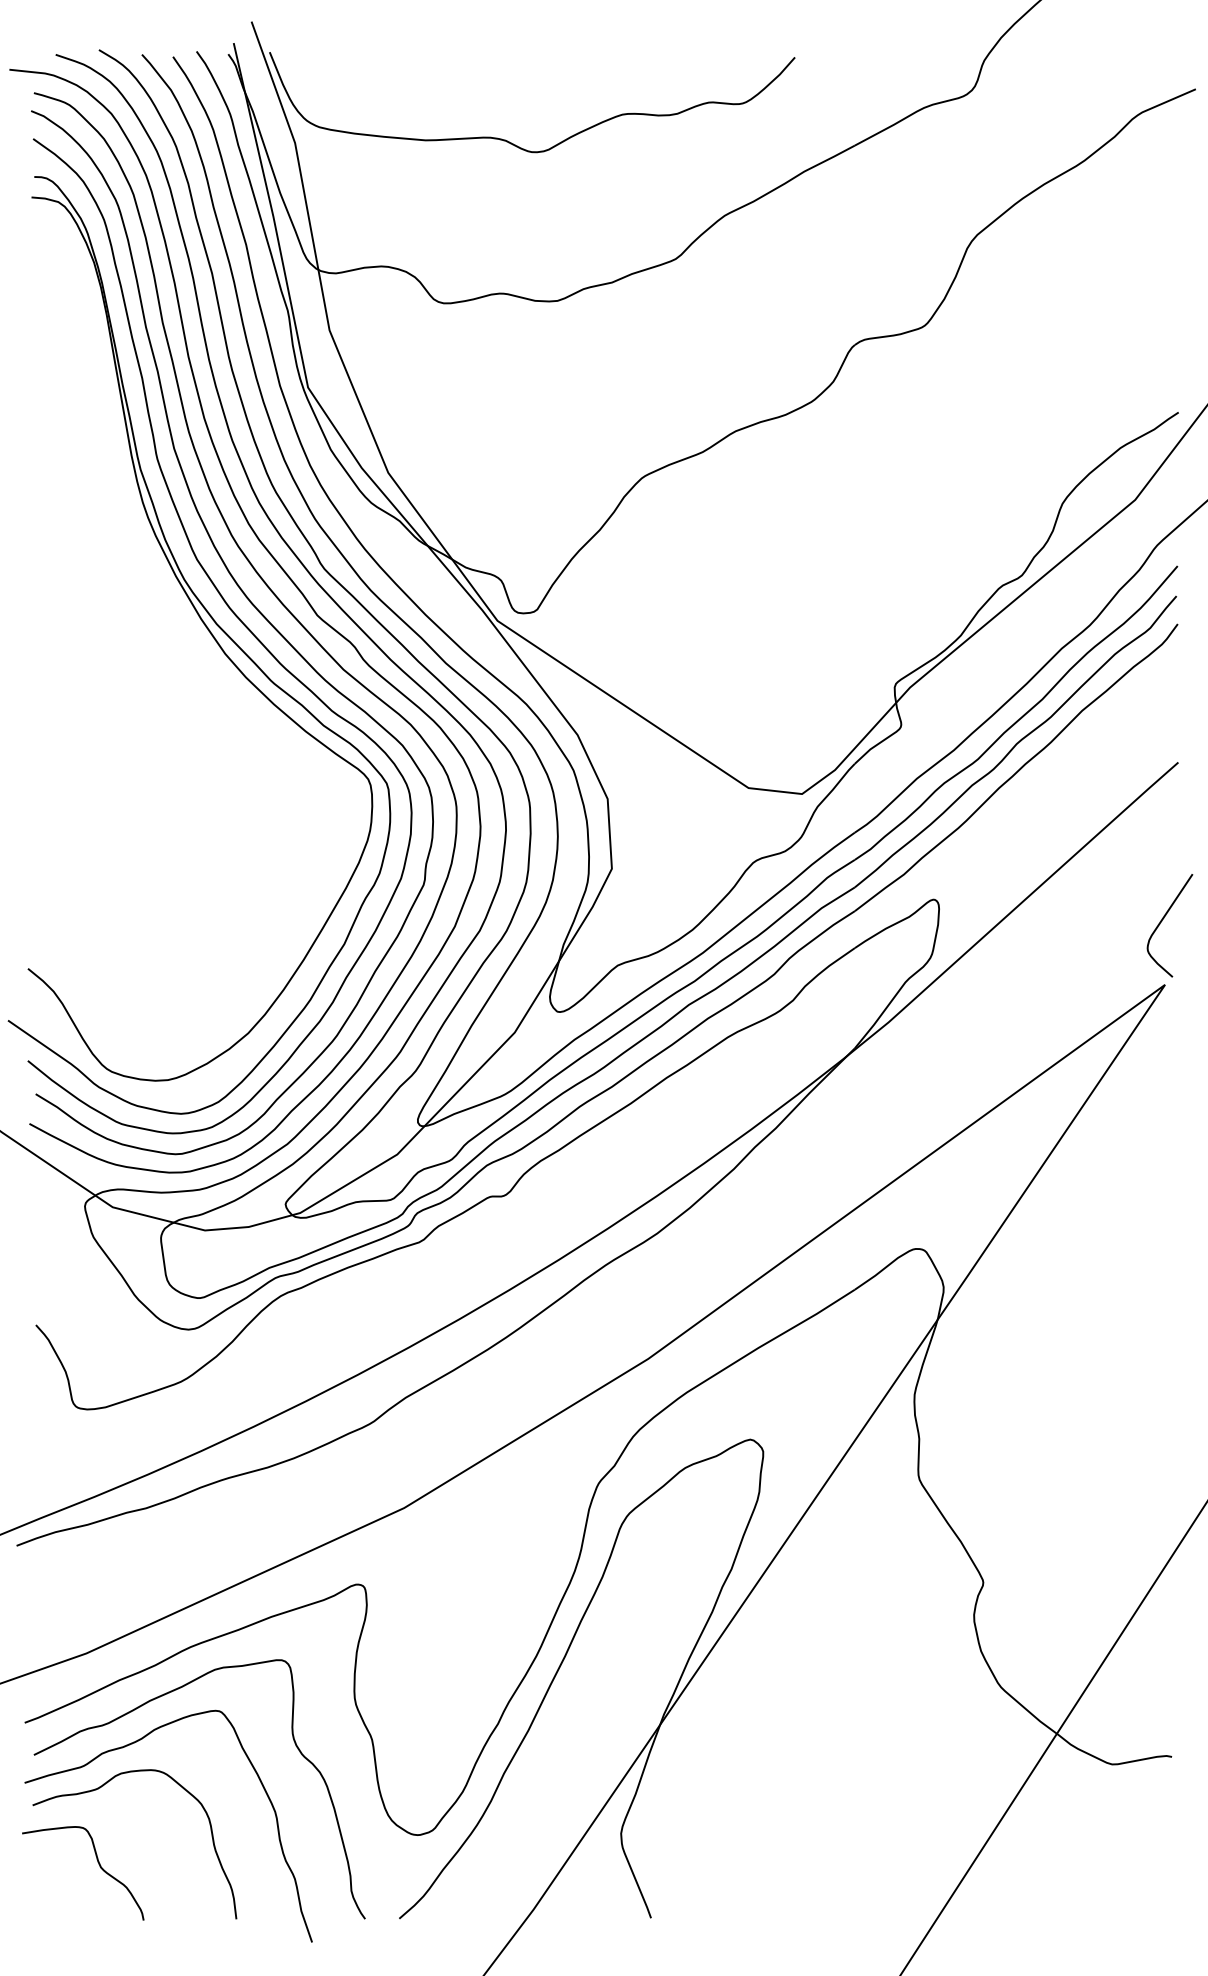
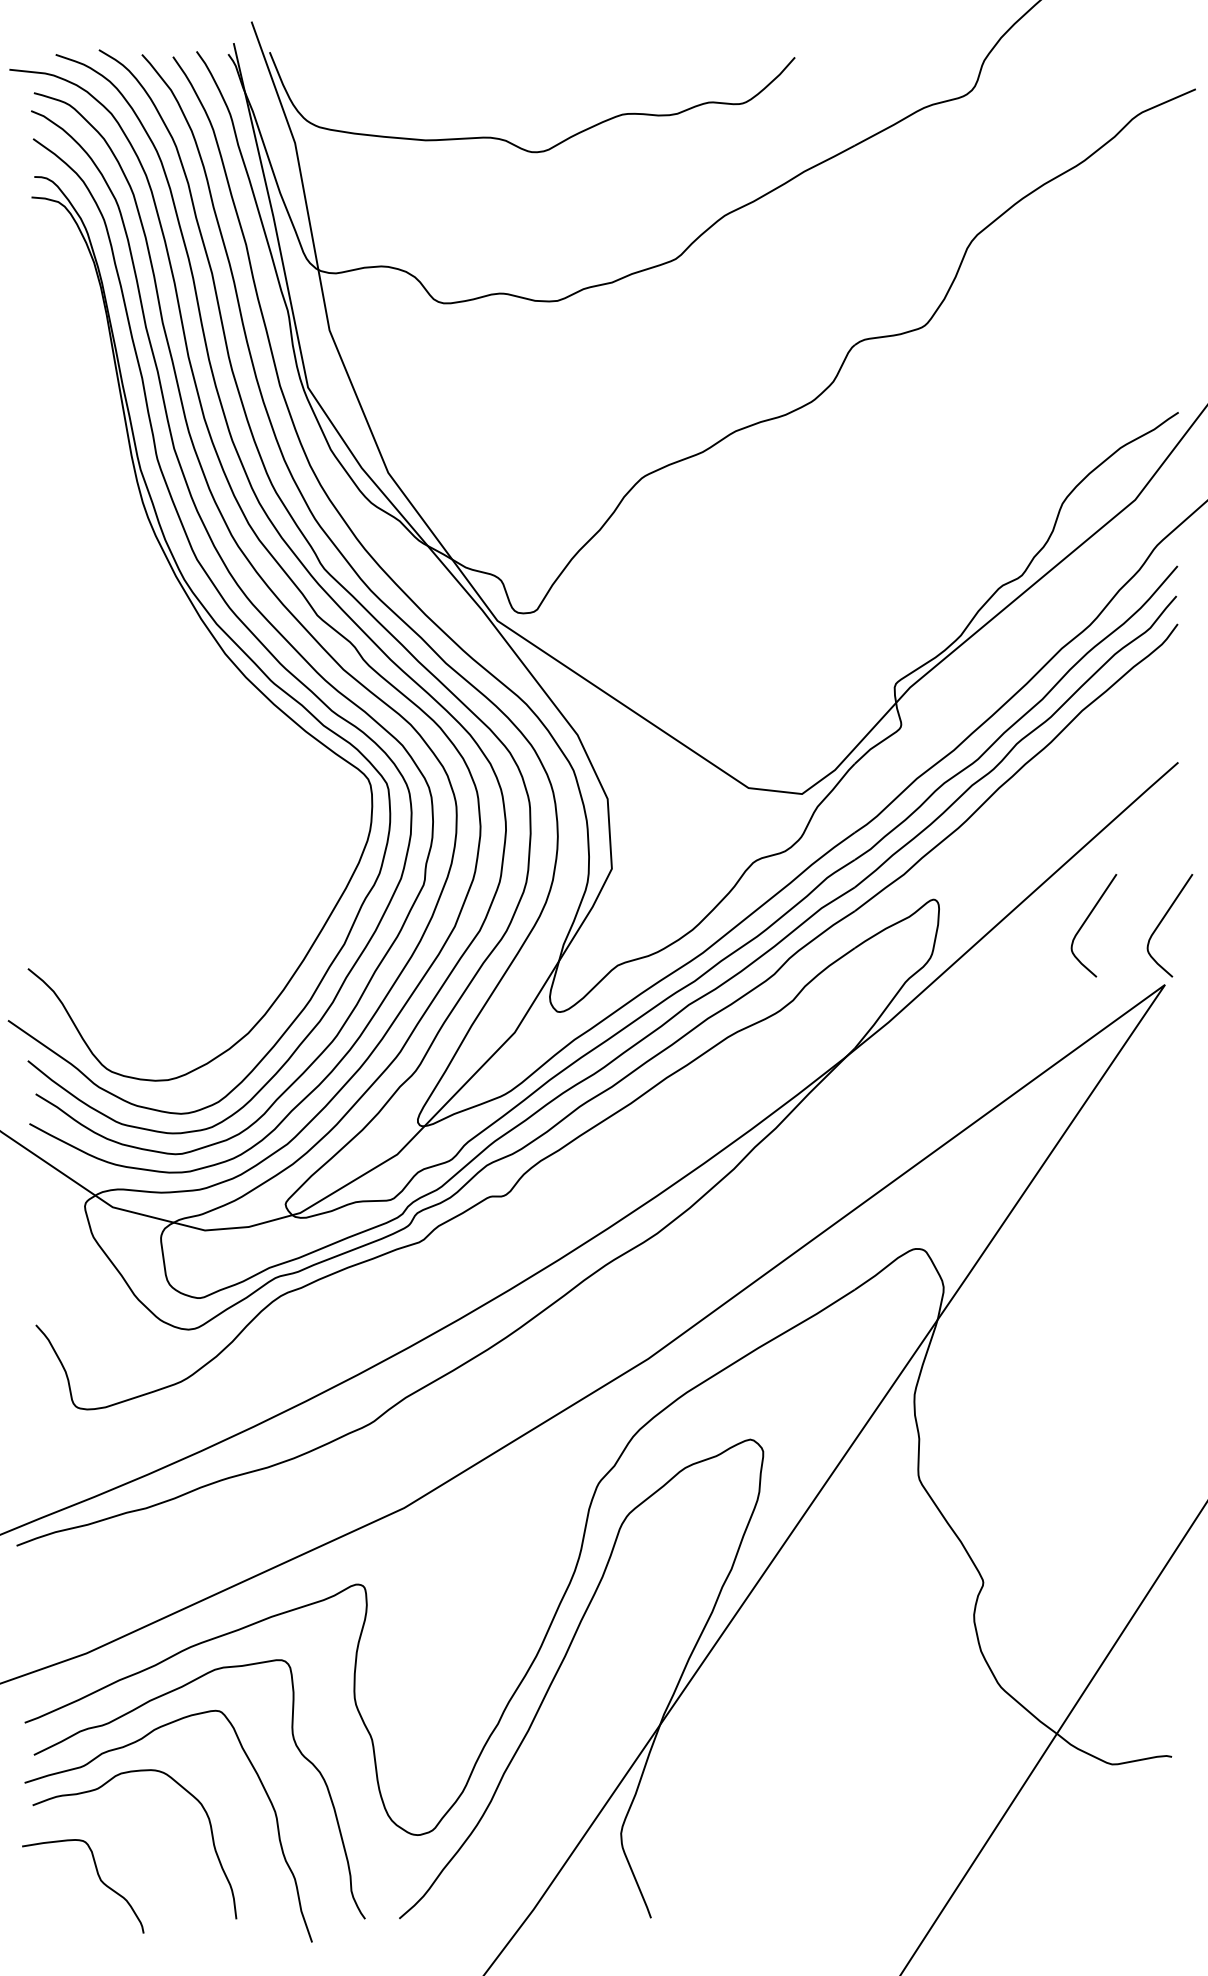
curve at (1086, 921): none -> present
curve at (99, 1866) position: (99, 1866) -> (99, 1879)
